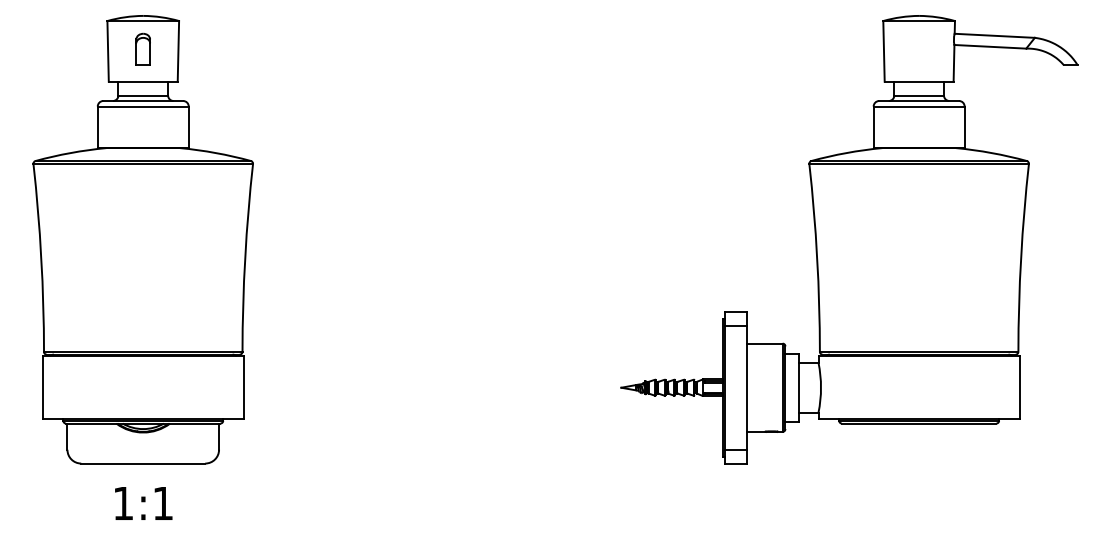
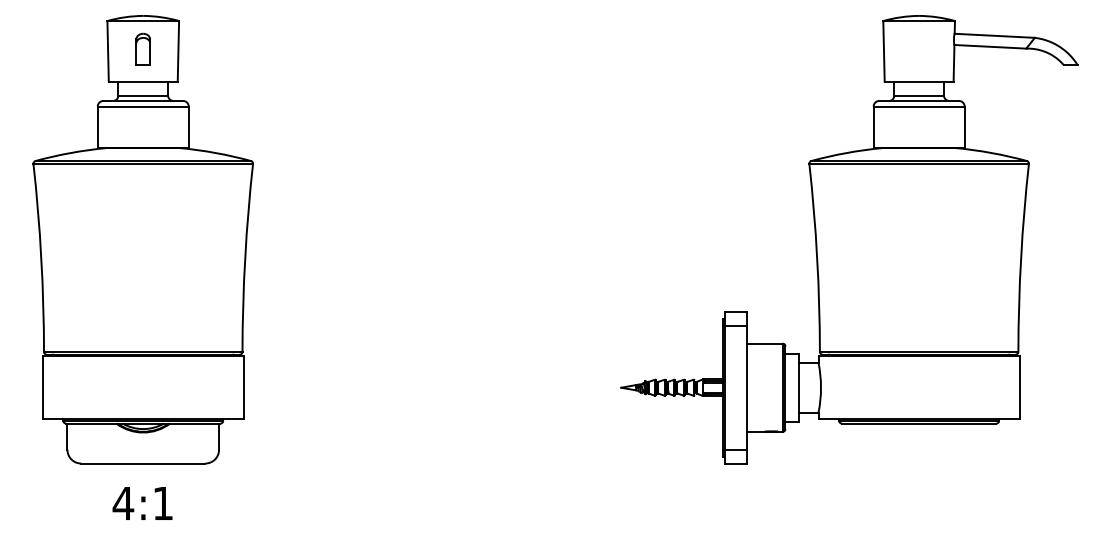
text at (123, 503): 1:1 -> 4:1
